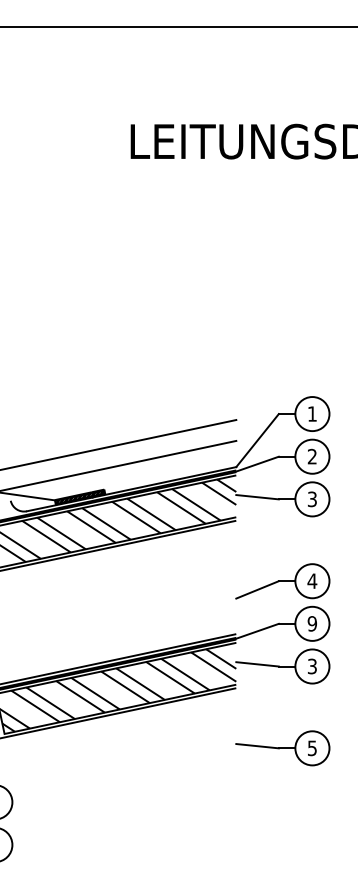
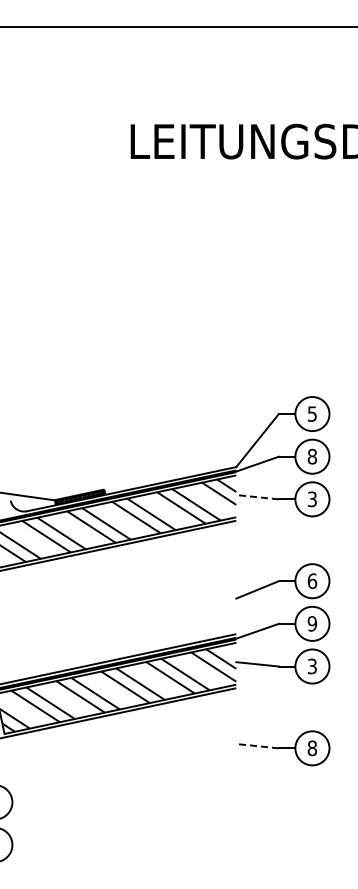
text at (312, 413): 1 -> 5
line at (119, 444): present -> none
text at (312, 456): 2 -> 8
line at (119, 465): present -> none
line at (257, 497): solid -> dashed
text at (312, 580): 4 -> 6
line at (257, 746): solid -> dashed
text at (312, 748): 5 -> 8
